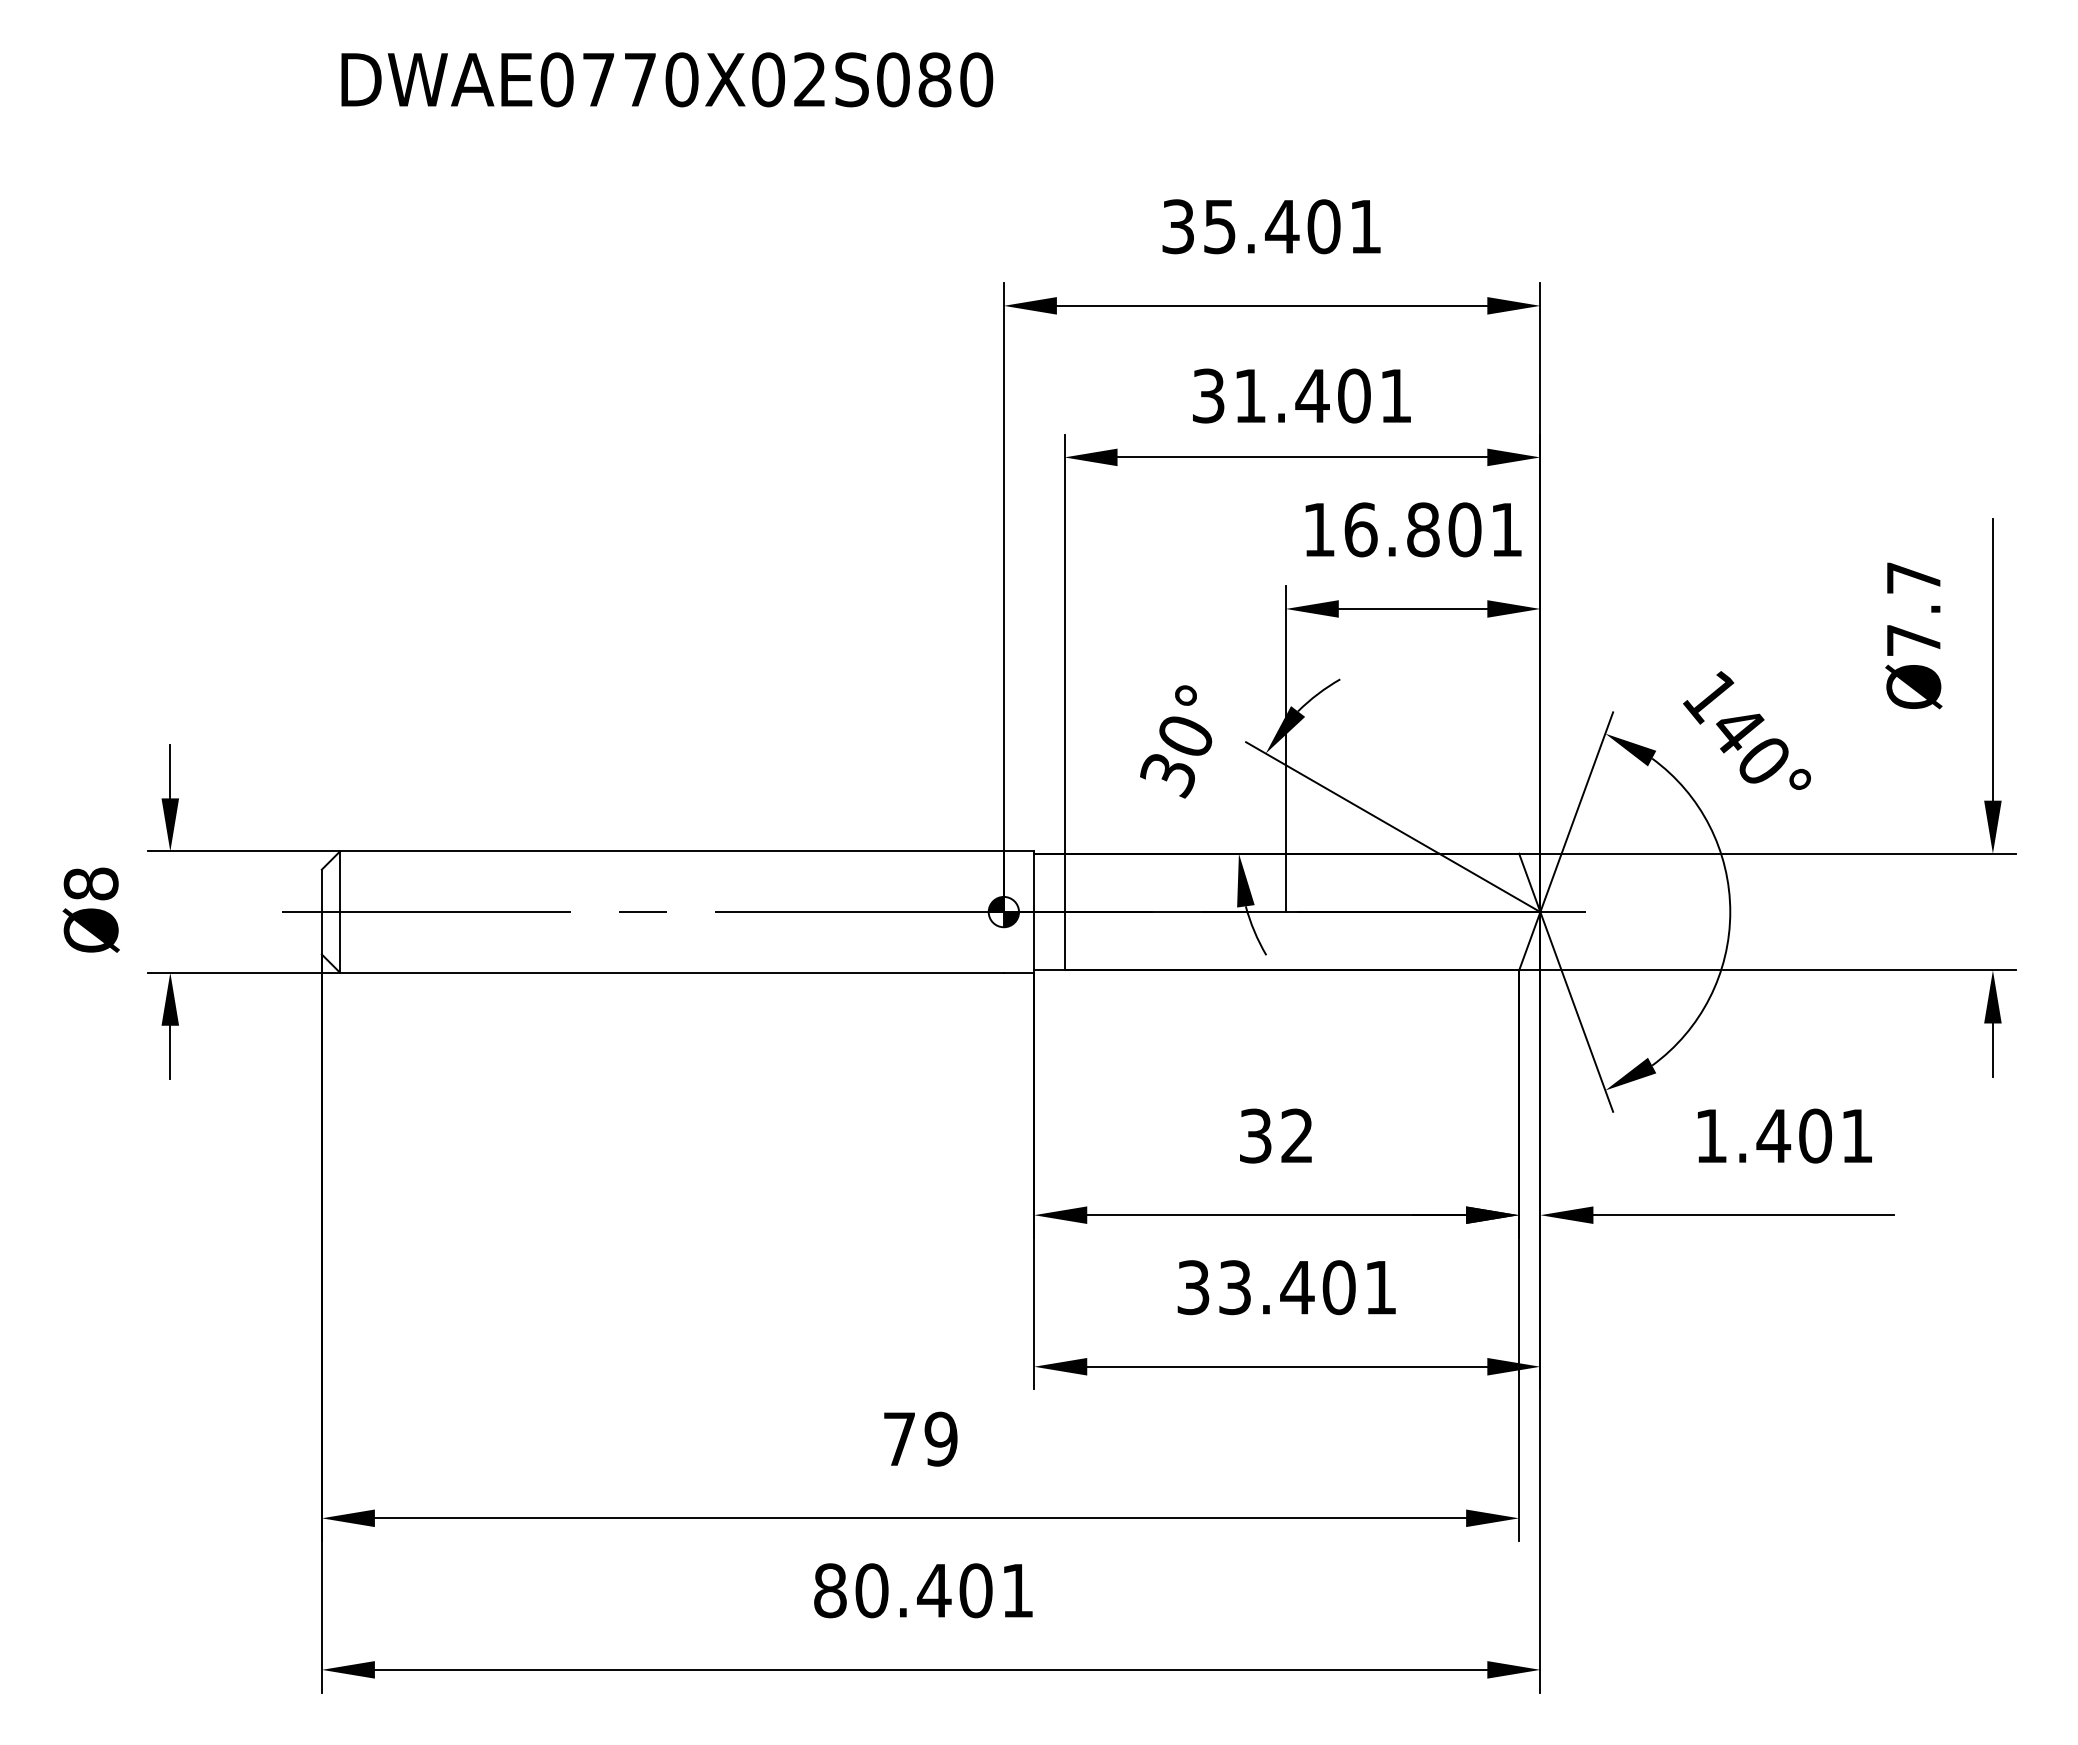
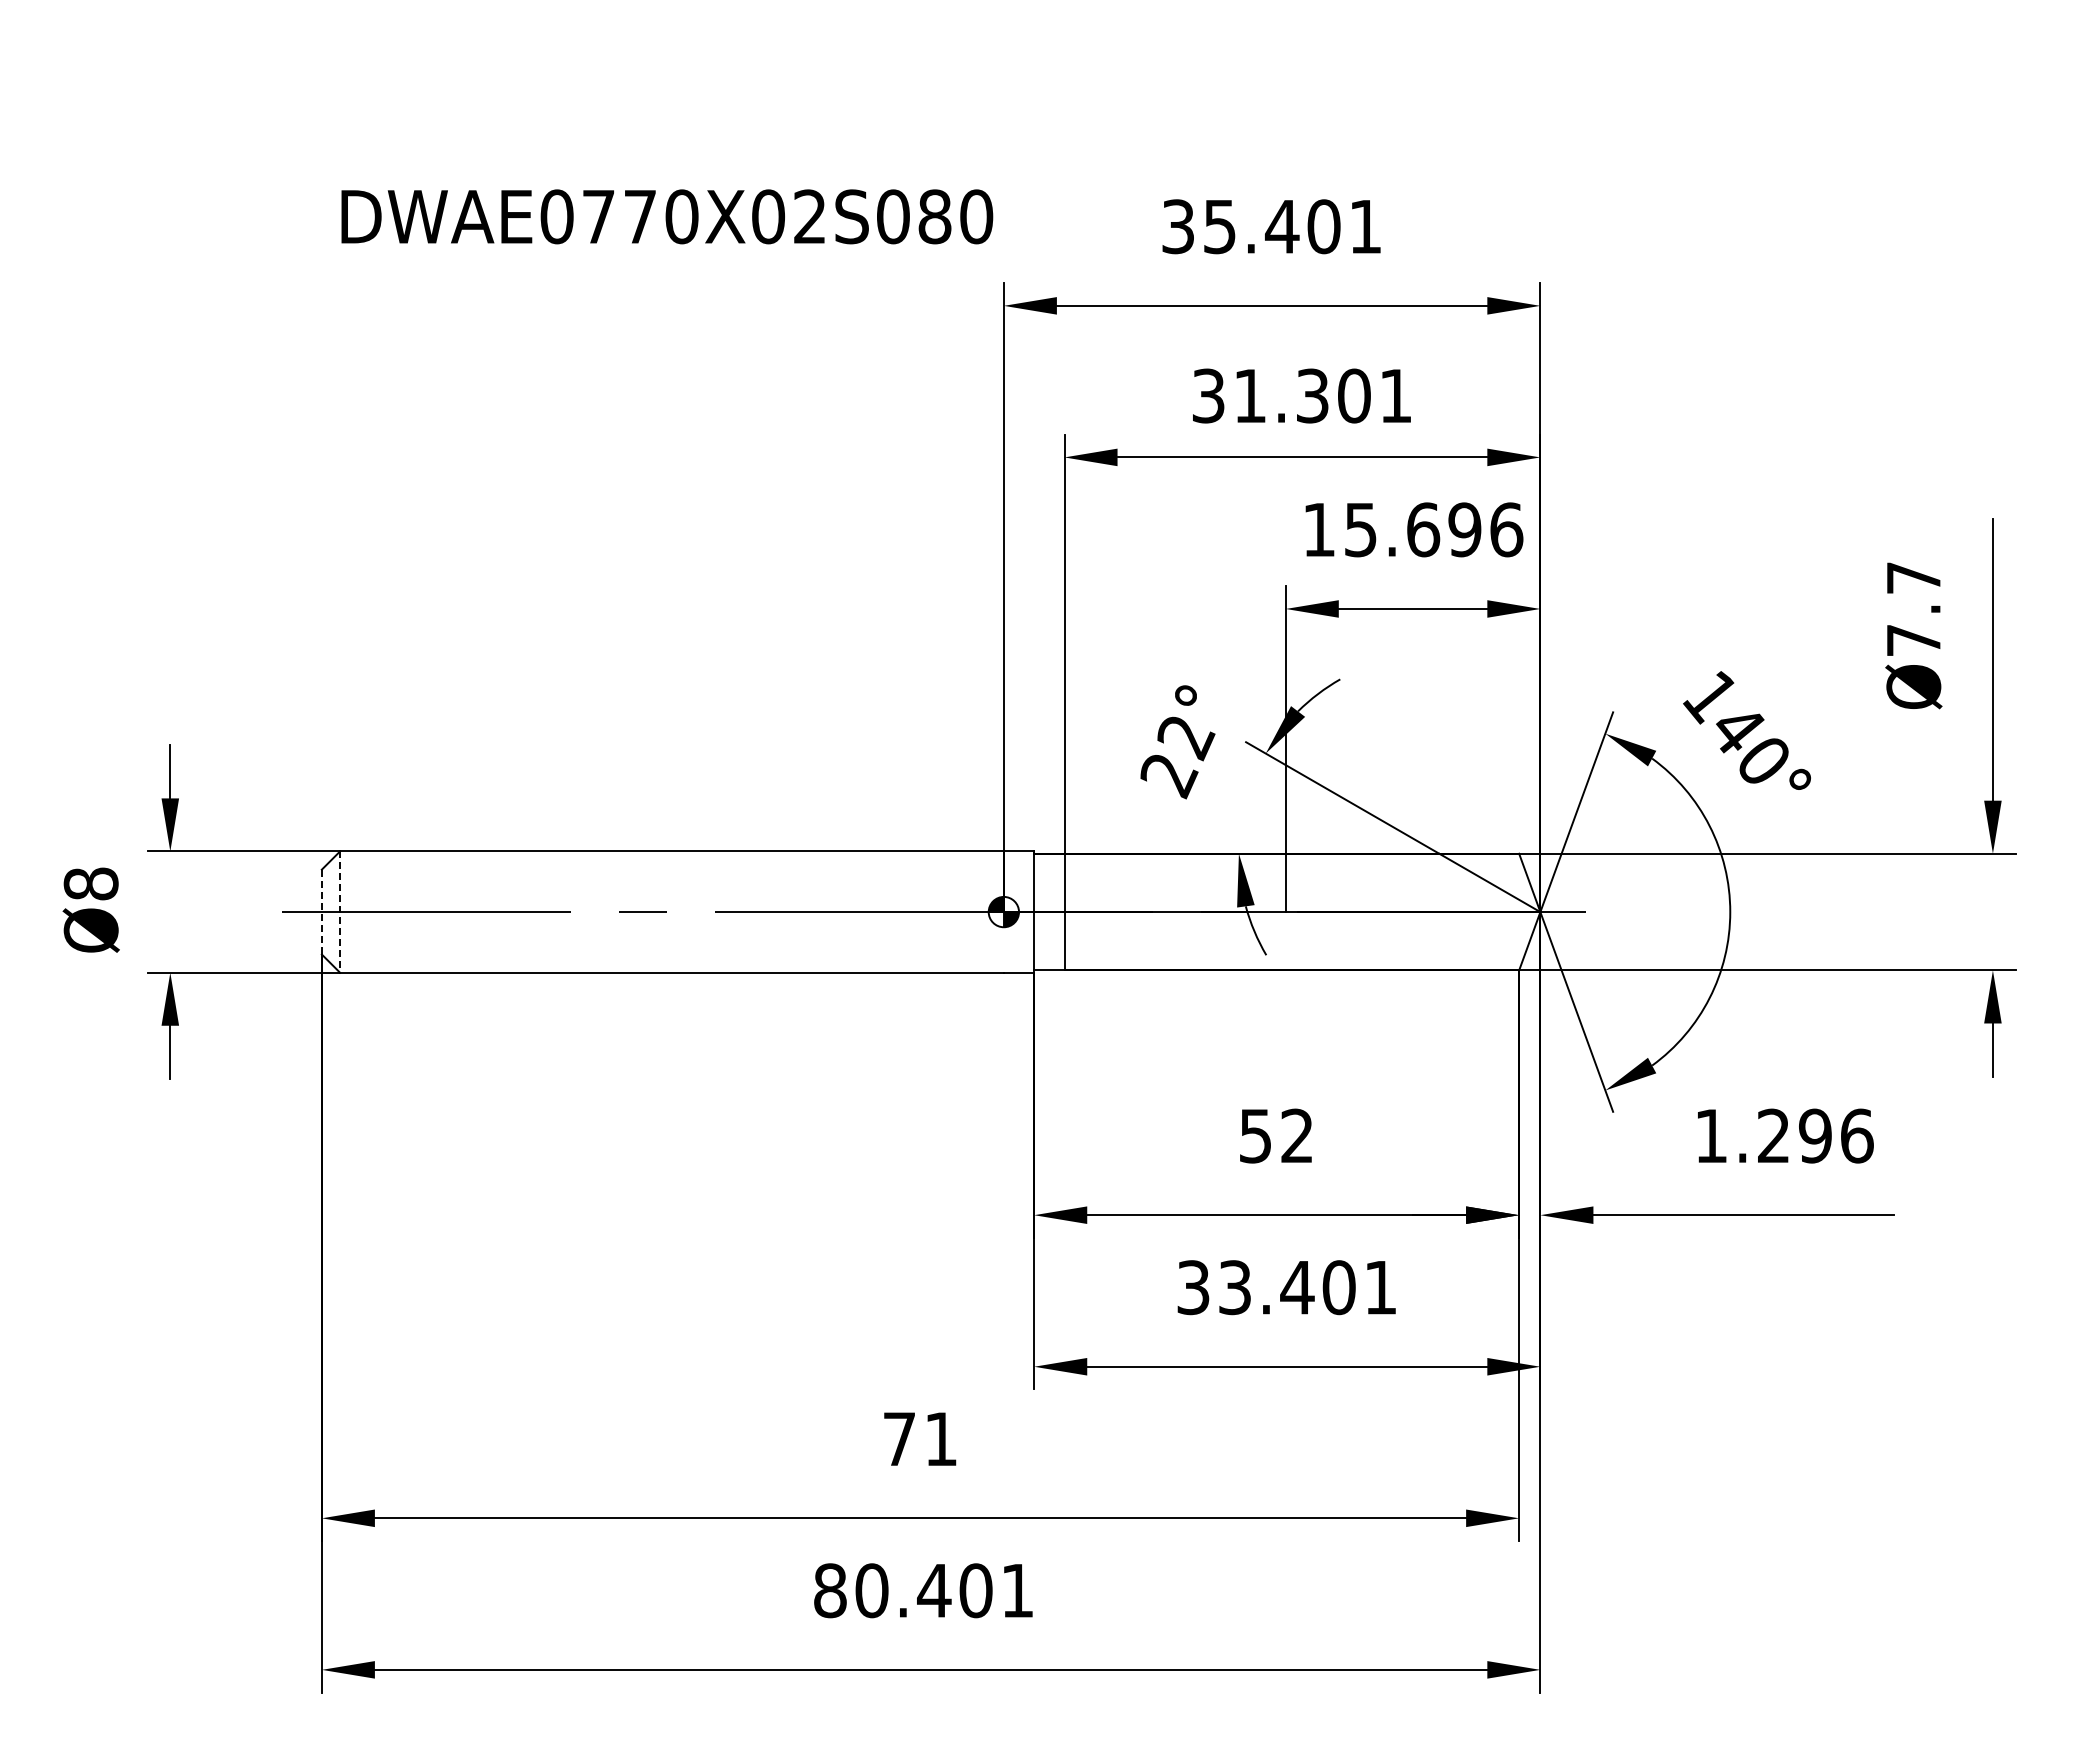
text at (667, 79) position: (667, 79) -> (667, 216)
text at (1312, 395): 31.401 -> 31.301
text at (1433, 529): 16.801 -> 15.696
text at (1177, 757): 30° -> 22°
line at (321, 912): solid -> dashed
line at (340, 912): solid -> dashed
text at (1255, 1135): 32 -> 52
text at (1814, 1135): 1.401 -> 1.296
text at (940, 1438): 79 -> 71
